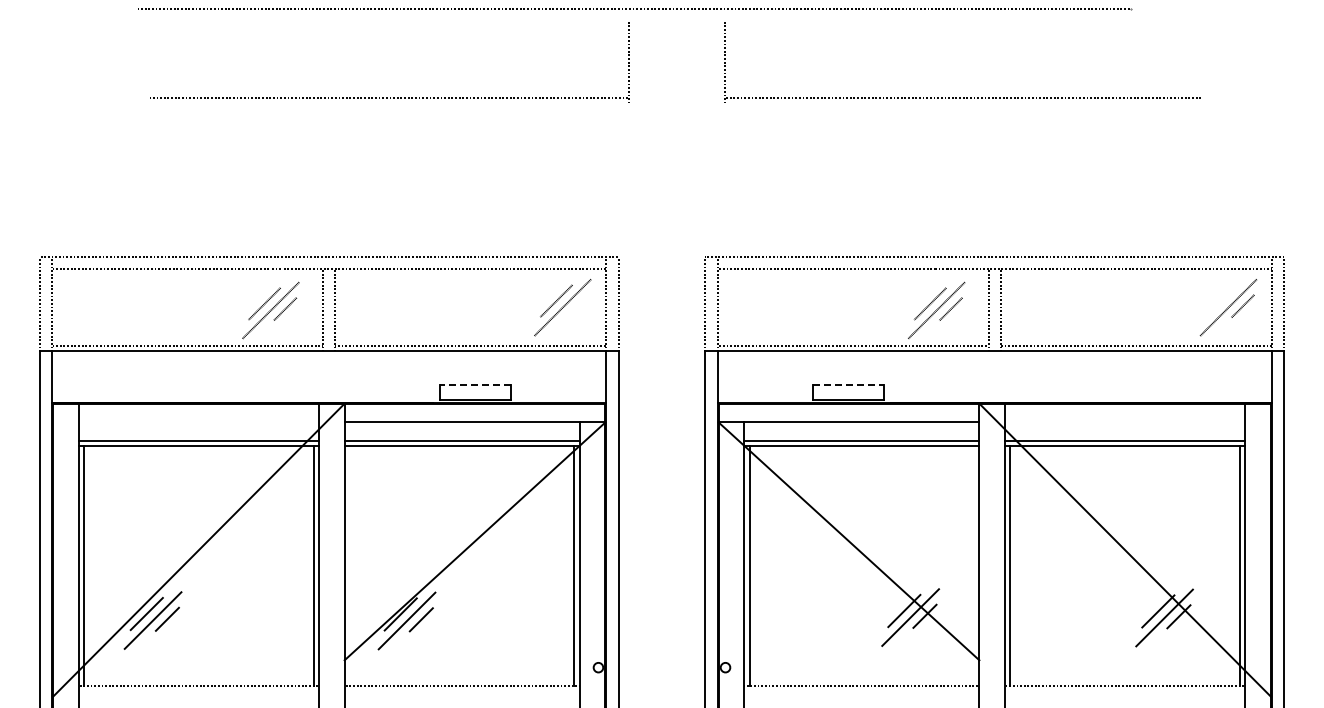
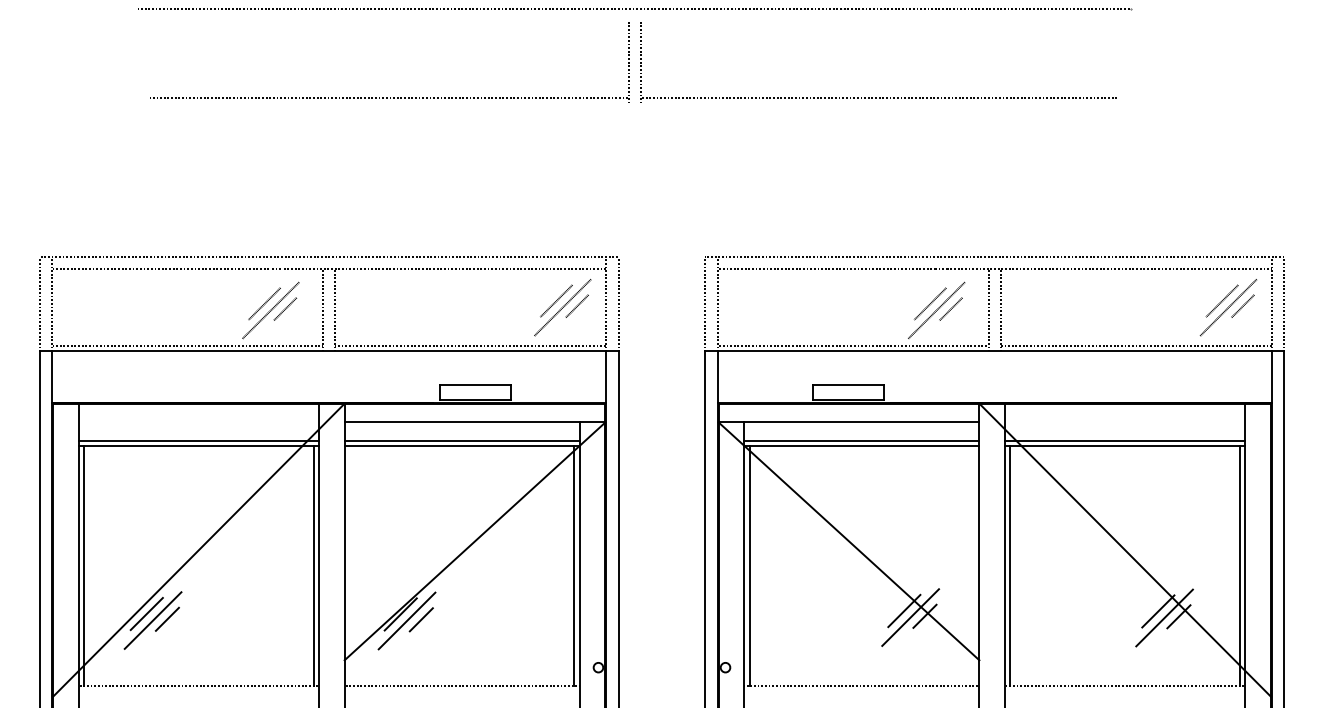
part at (963, 97) position: (963, 97) -> (879, 97)
line at (1222, 301): none -> present
line at (576, 306): none -> present
line at (475, 385): dashed -> solid
line at (848, 385): dashed -> solid
